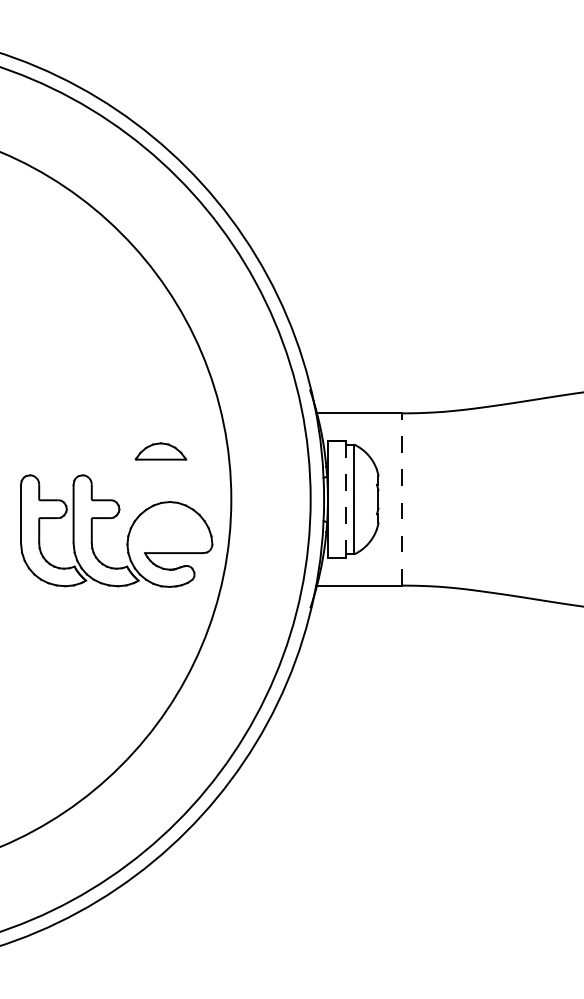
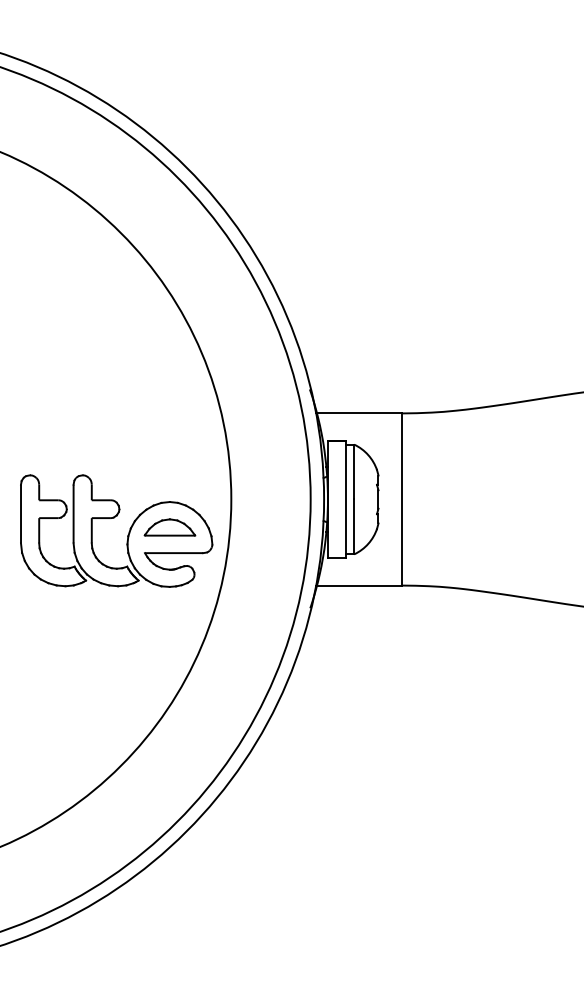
part at (160, 451) position: (160, 451) -> (169, 527)
line at (346, 499): dashed -> solid
line at (402, 499): dashed -> solid
